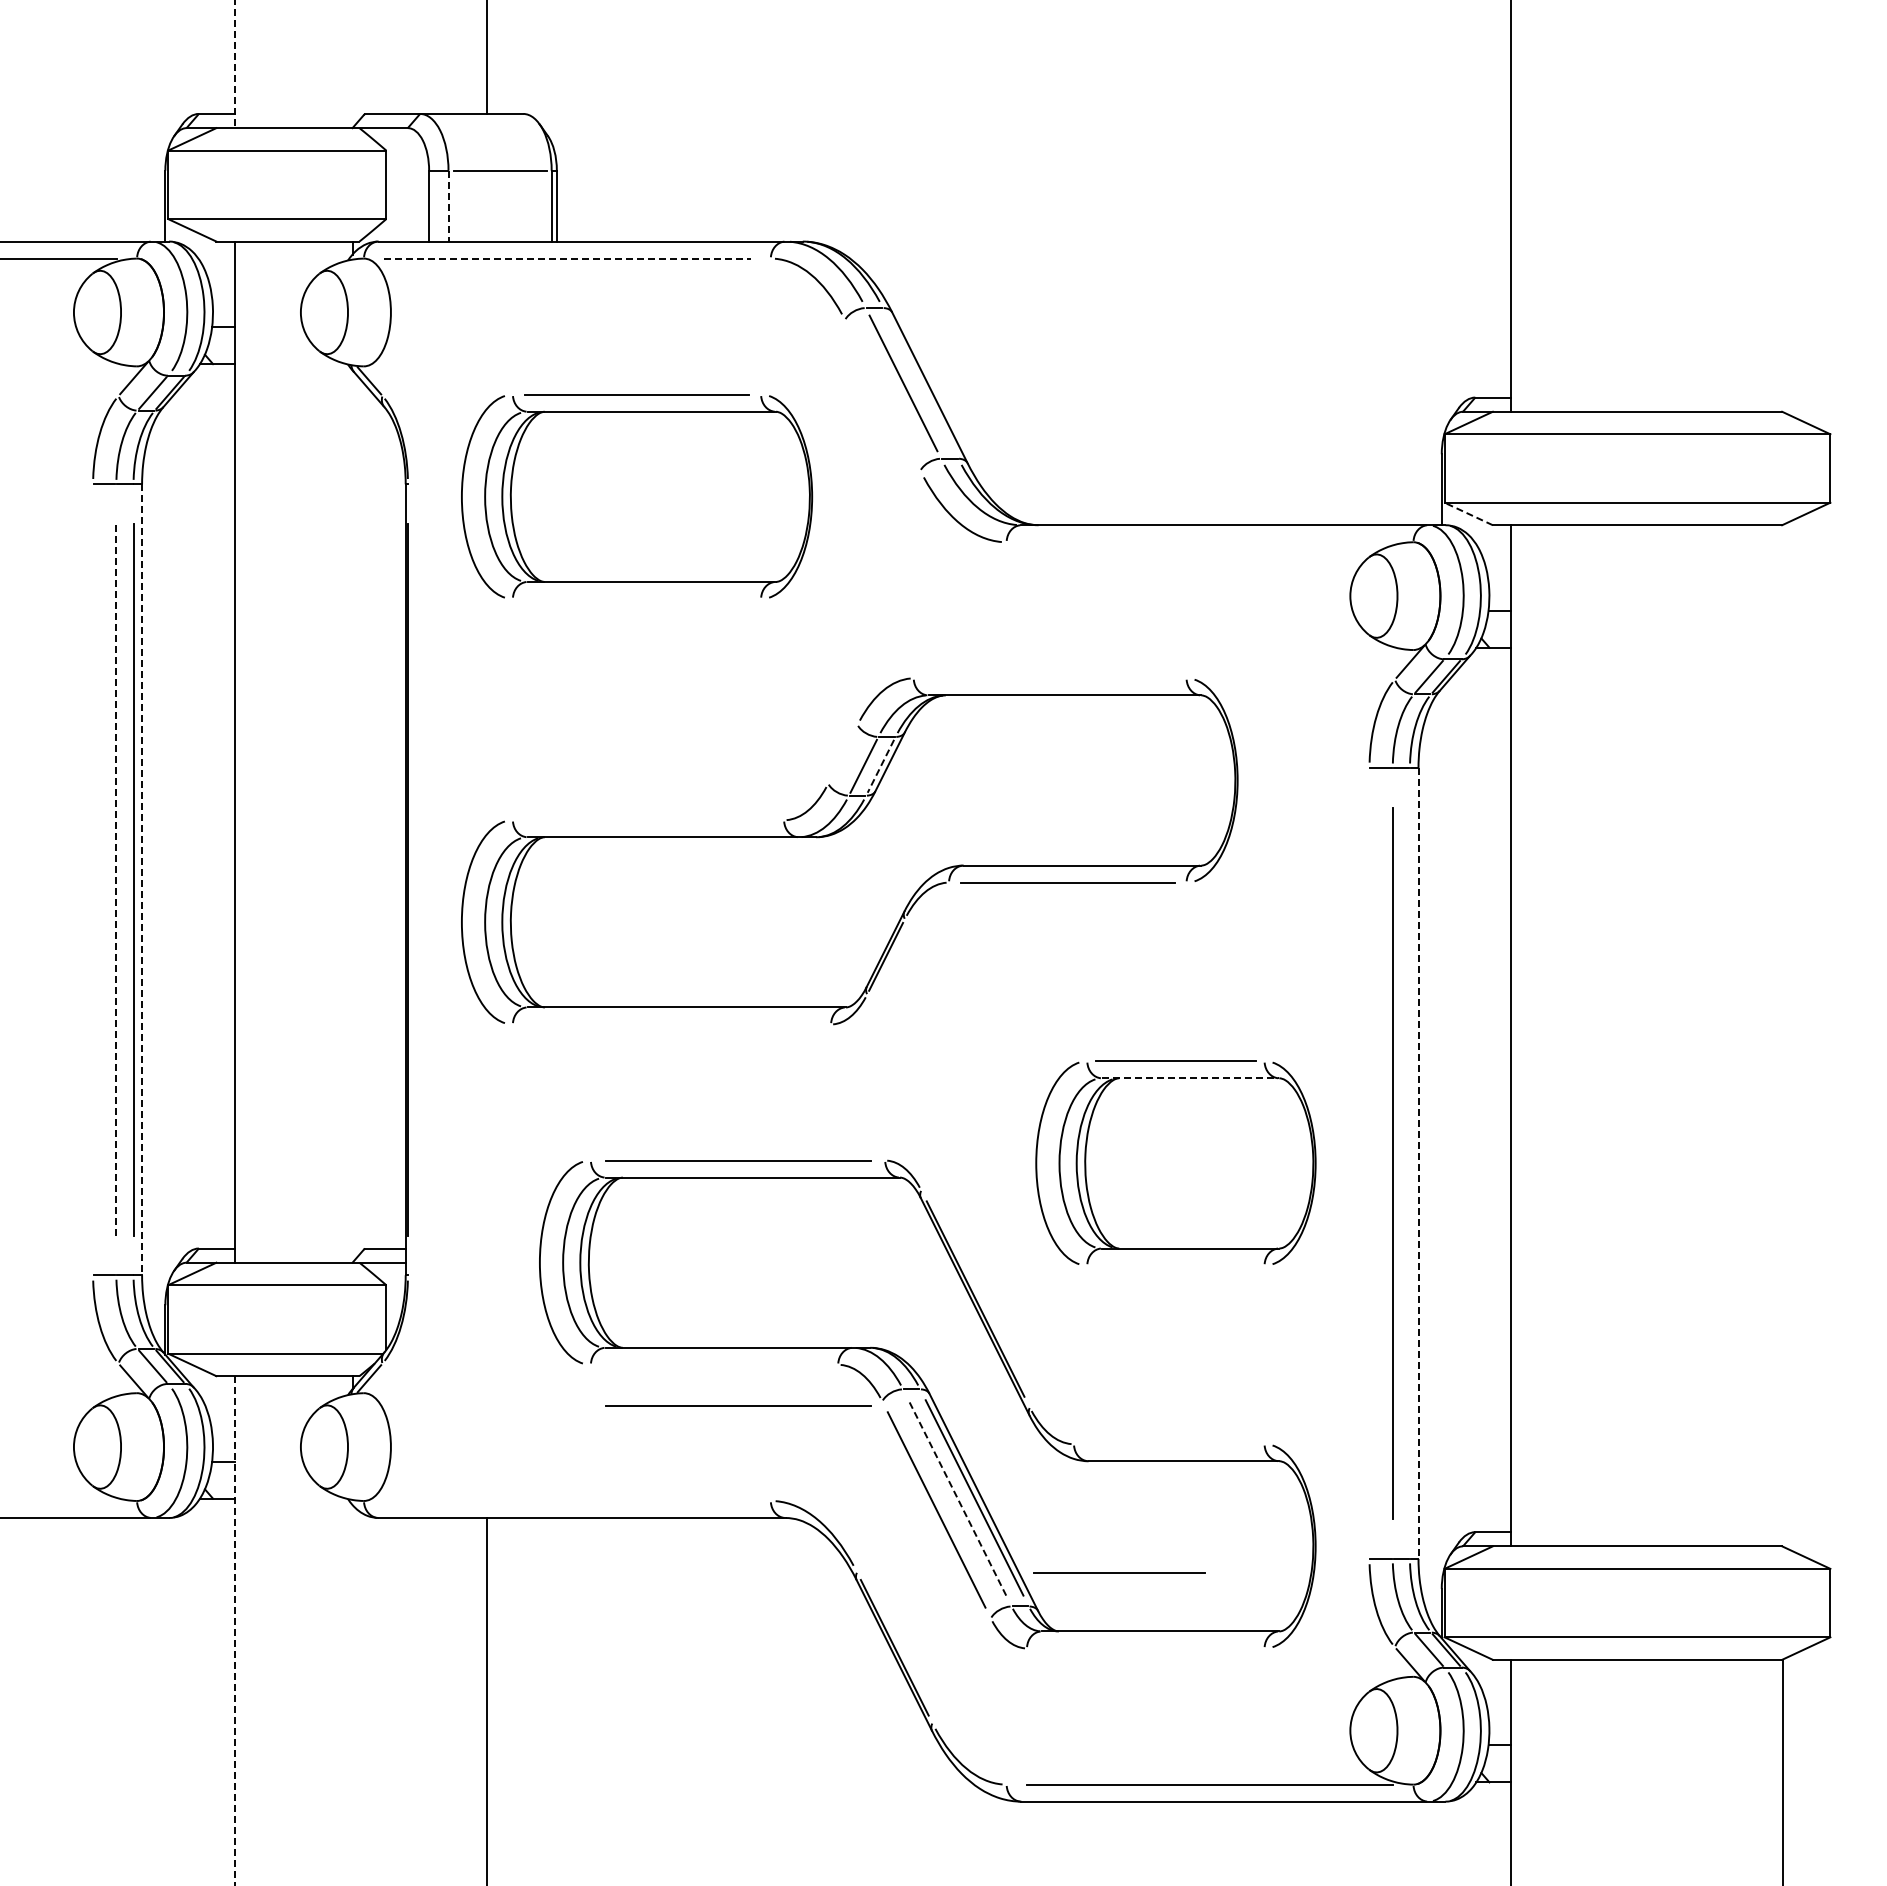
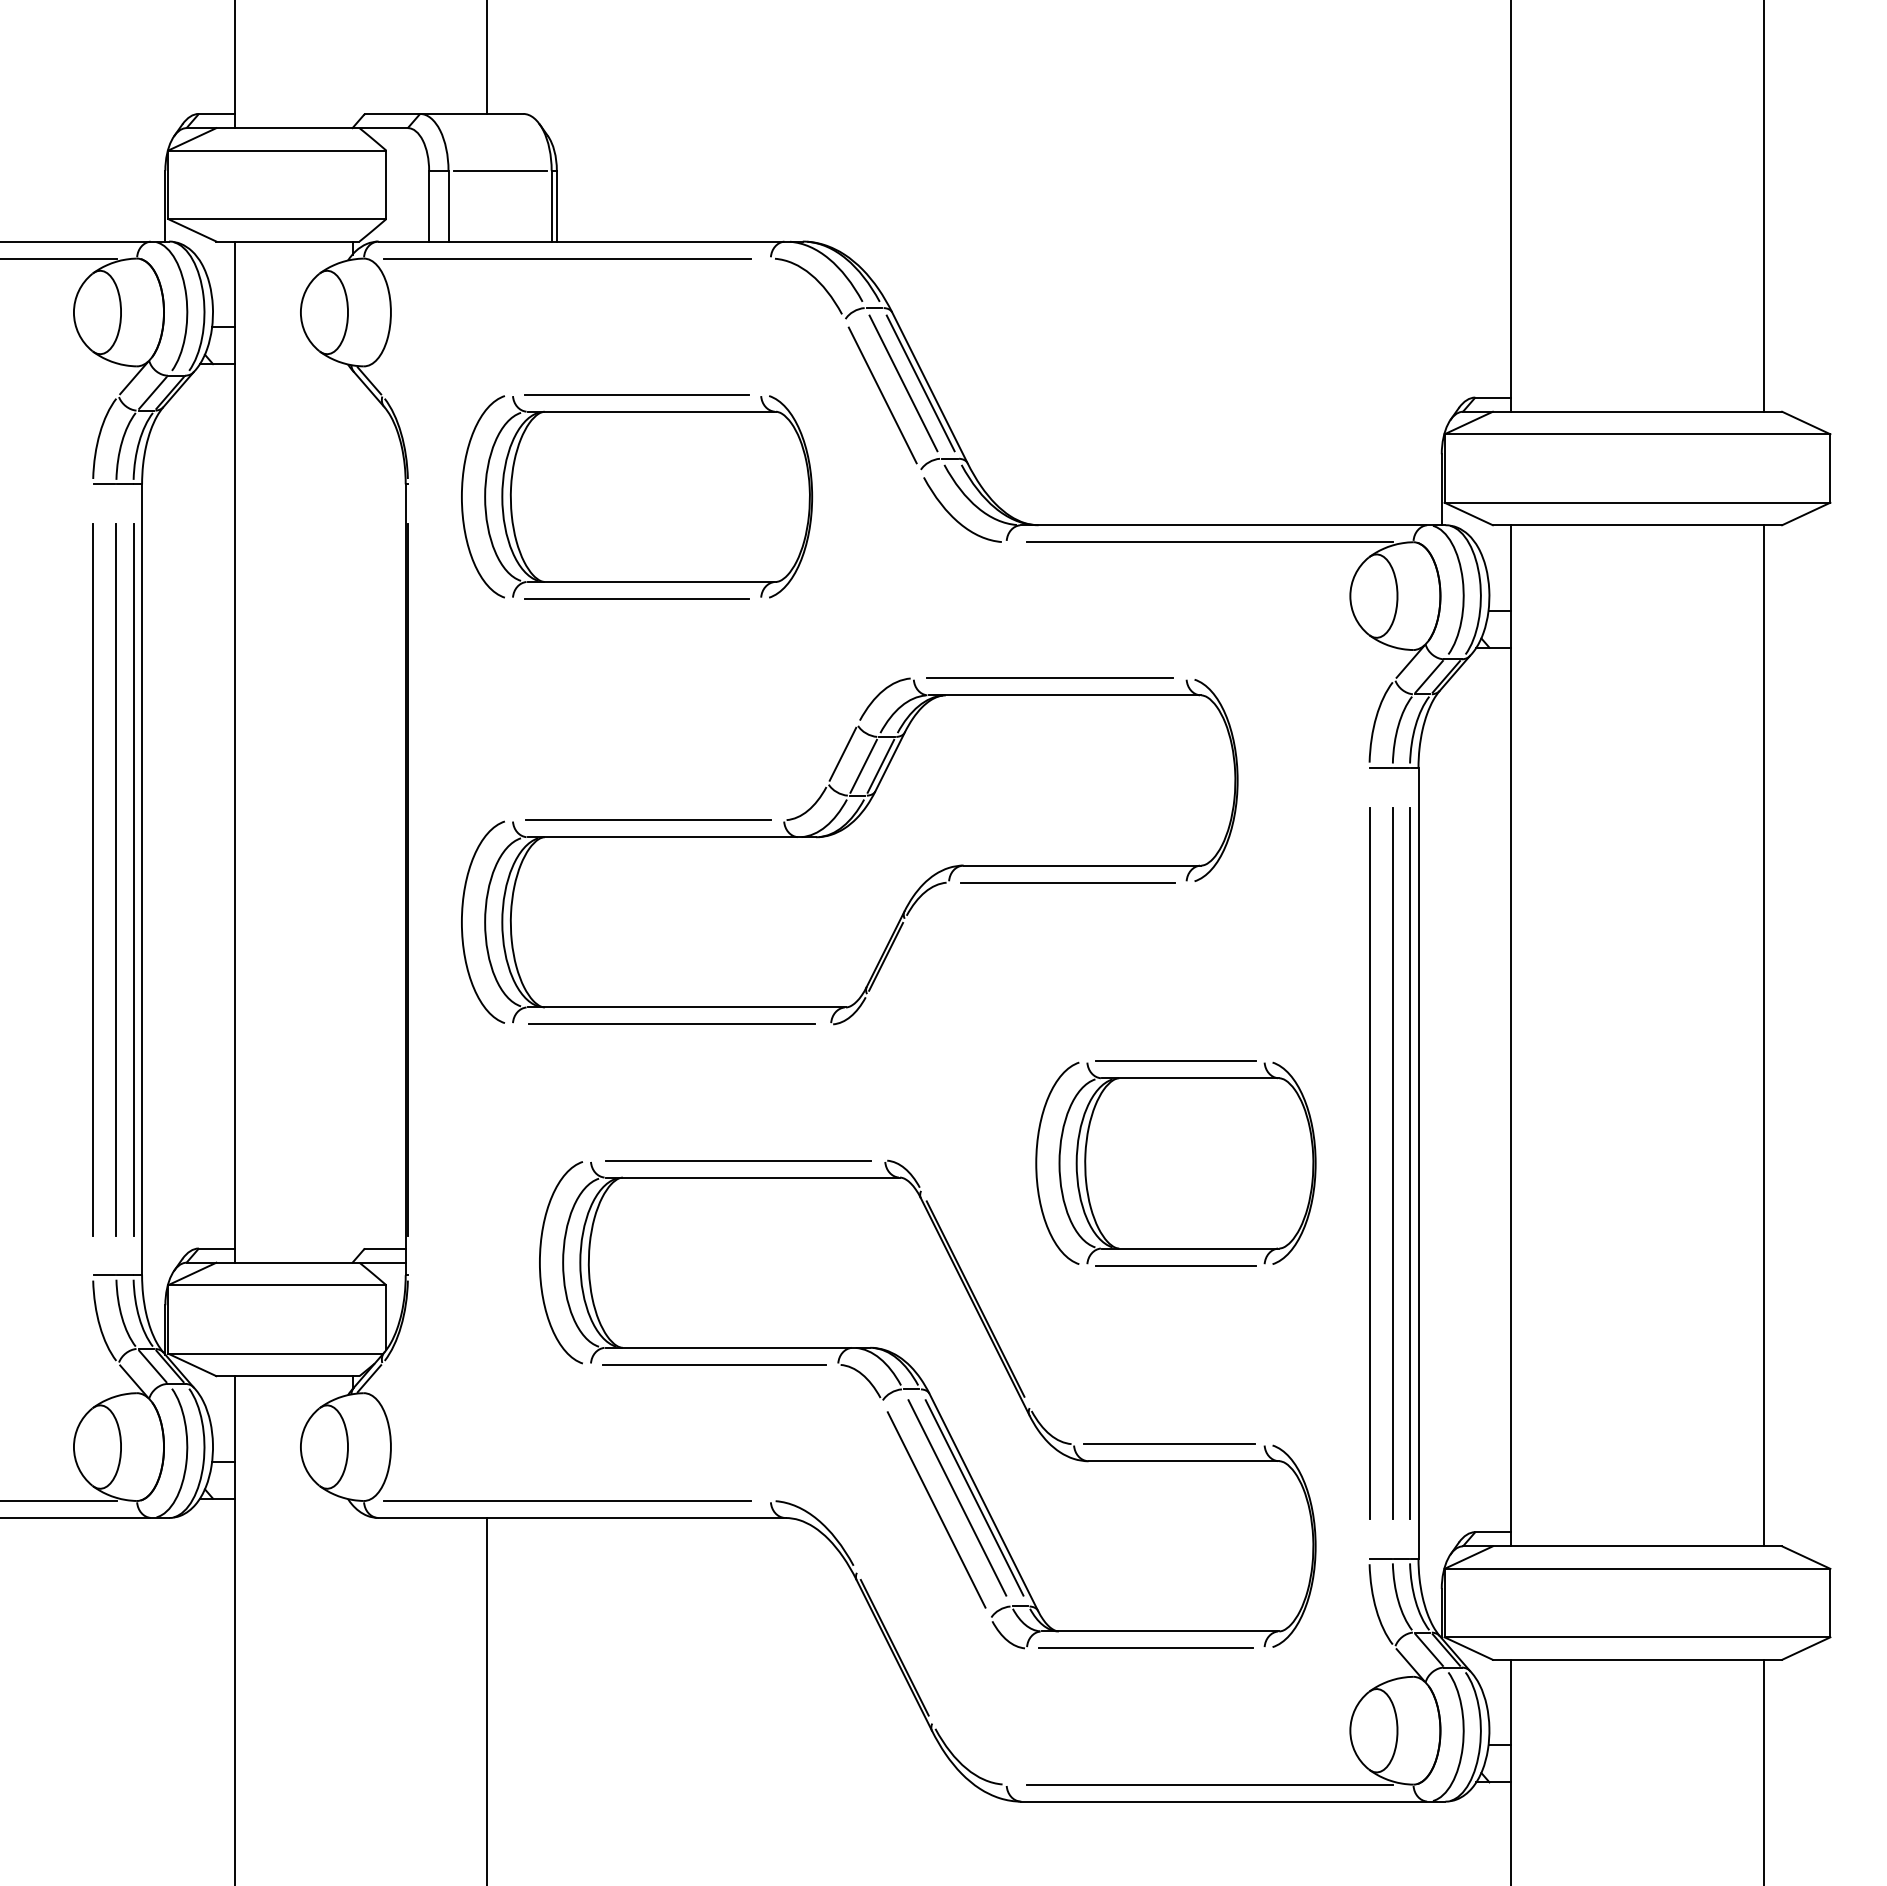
line at (234, 64): dashed -> solid
line at (448, 206): dashed -> solid
line at (1763, 206): none -> present
line at (567, 258): dashed -> solid
line at (920, 383): none -> present
line at (882, 395): none -> present
line at (1468, 513): dashed -> solid
line at (1210, 542): none -> present
line at (636, 598): none -> present
line at (1049, 678): none -> present
line at (842, 753): none -> present
line at (880, 766): dashed -> solid
line at (648, 820): none -> present
line at (92, 879): none -> present
line at (116, 879): dashed -> solid
line at (142, 880): dashed -> solid
line at (671, 1024): none -> present
line at (1763, 1035): none -> present
line at (1190, 1078): dashed -> solid
line at (1369, 1163): none -> present
line at (1409, 1163): none -> present
line at (1418, 1163): dashed -> solid
line at (1175, 1265): none -> present
line at (714, 1364): none -> present
line at (738, 1405): present -> none
line at (957, 1497): dashed -> solid
line at (59, 1500): none -> present
line at (567, 1500): none -> present
line at (1119, 1572) position: (1119, 1572) -> (1169, 1443)
line at (234, 1631): dashed -> solid
line at (1145, 1648): none -> present
line at (1782, 1770) position: (1782, 1770) -> (1763, 1770)
